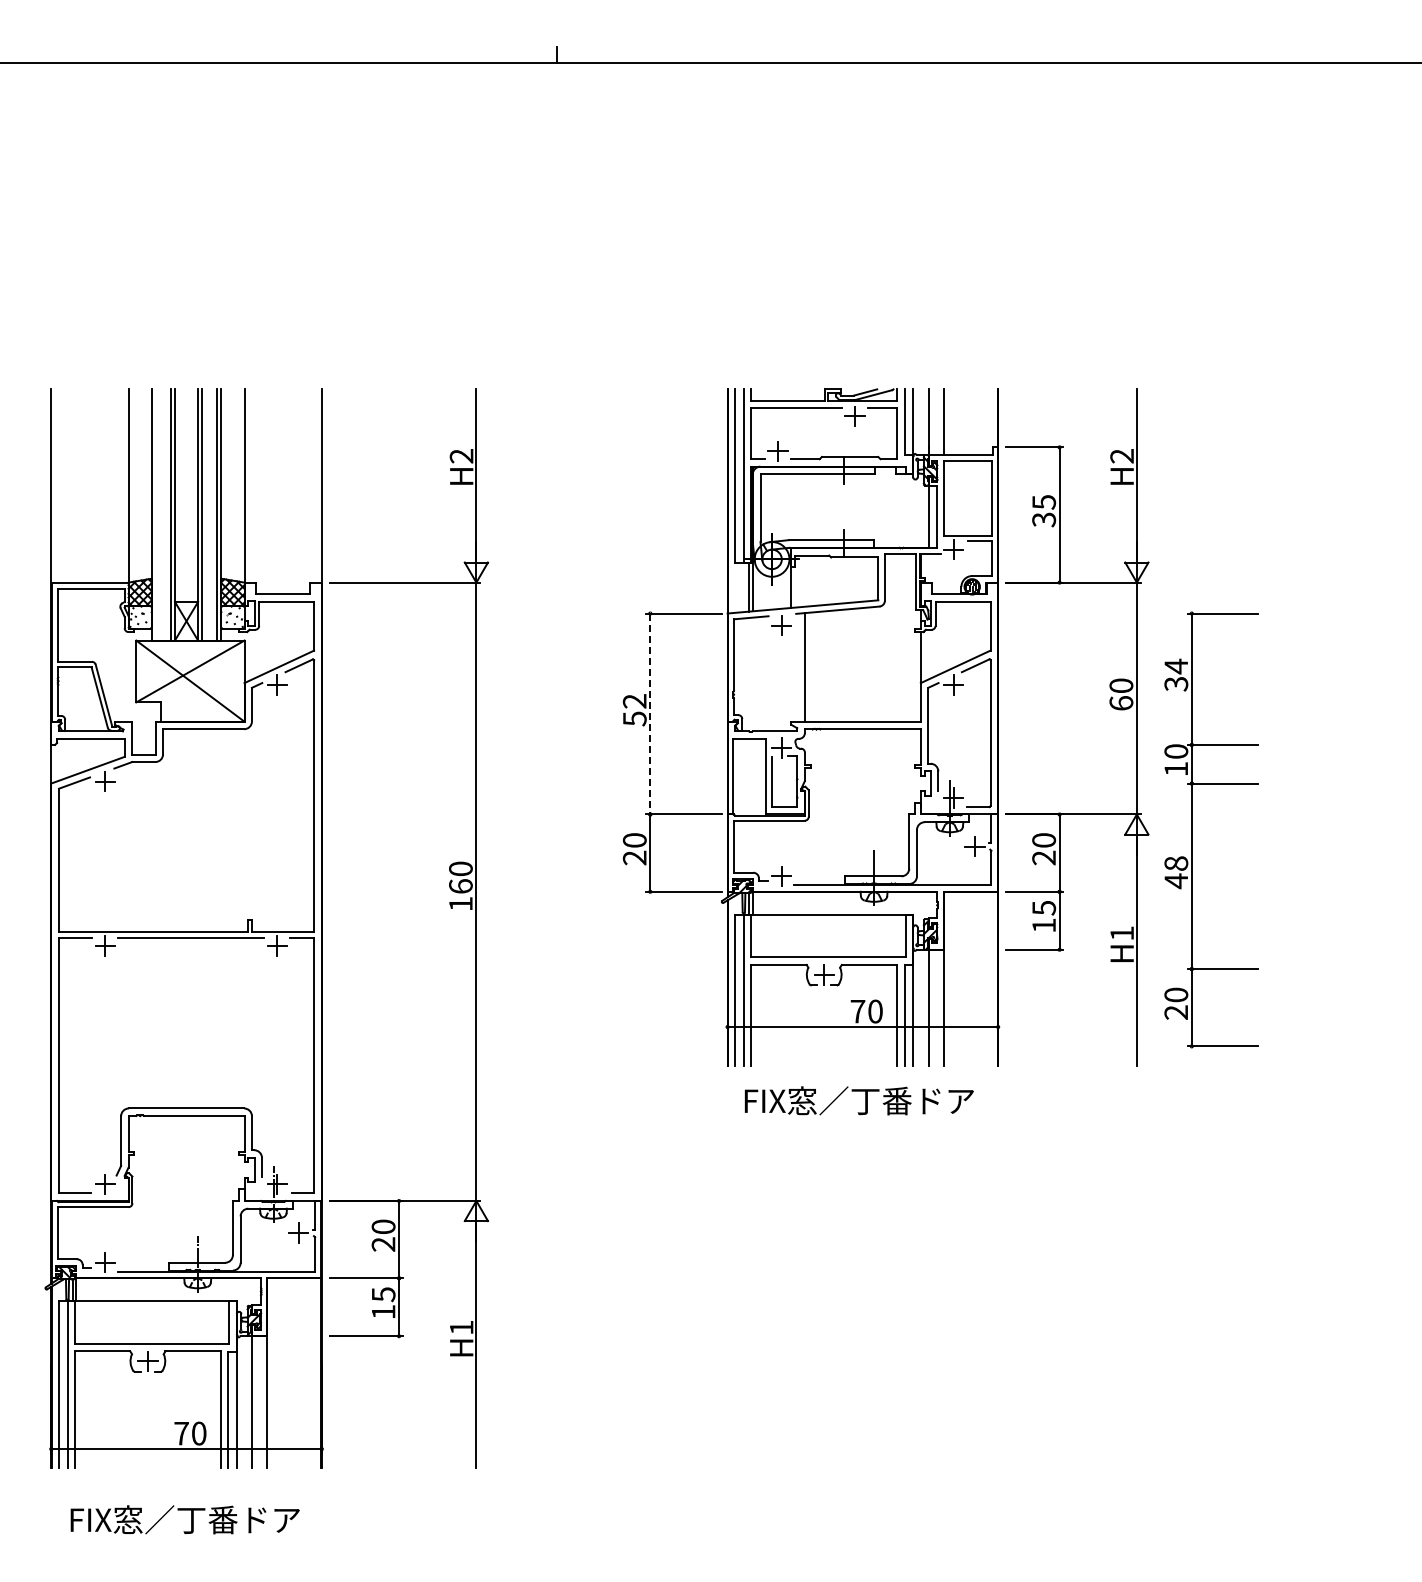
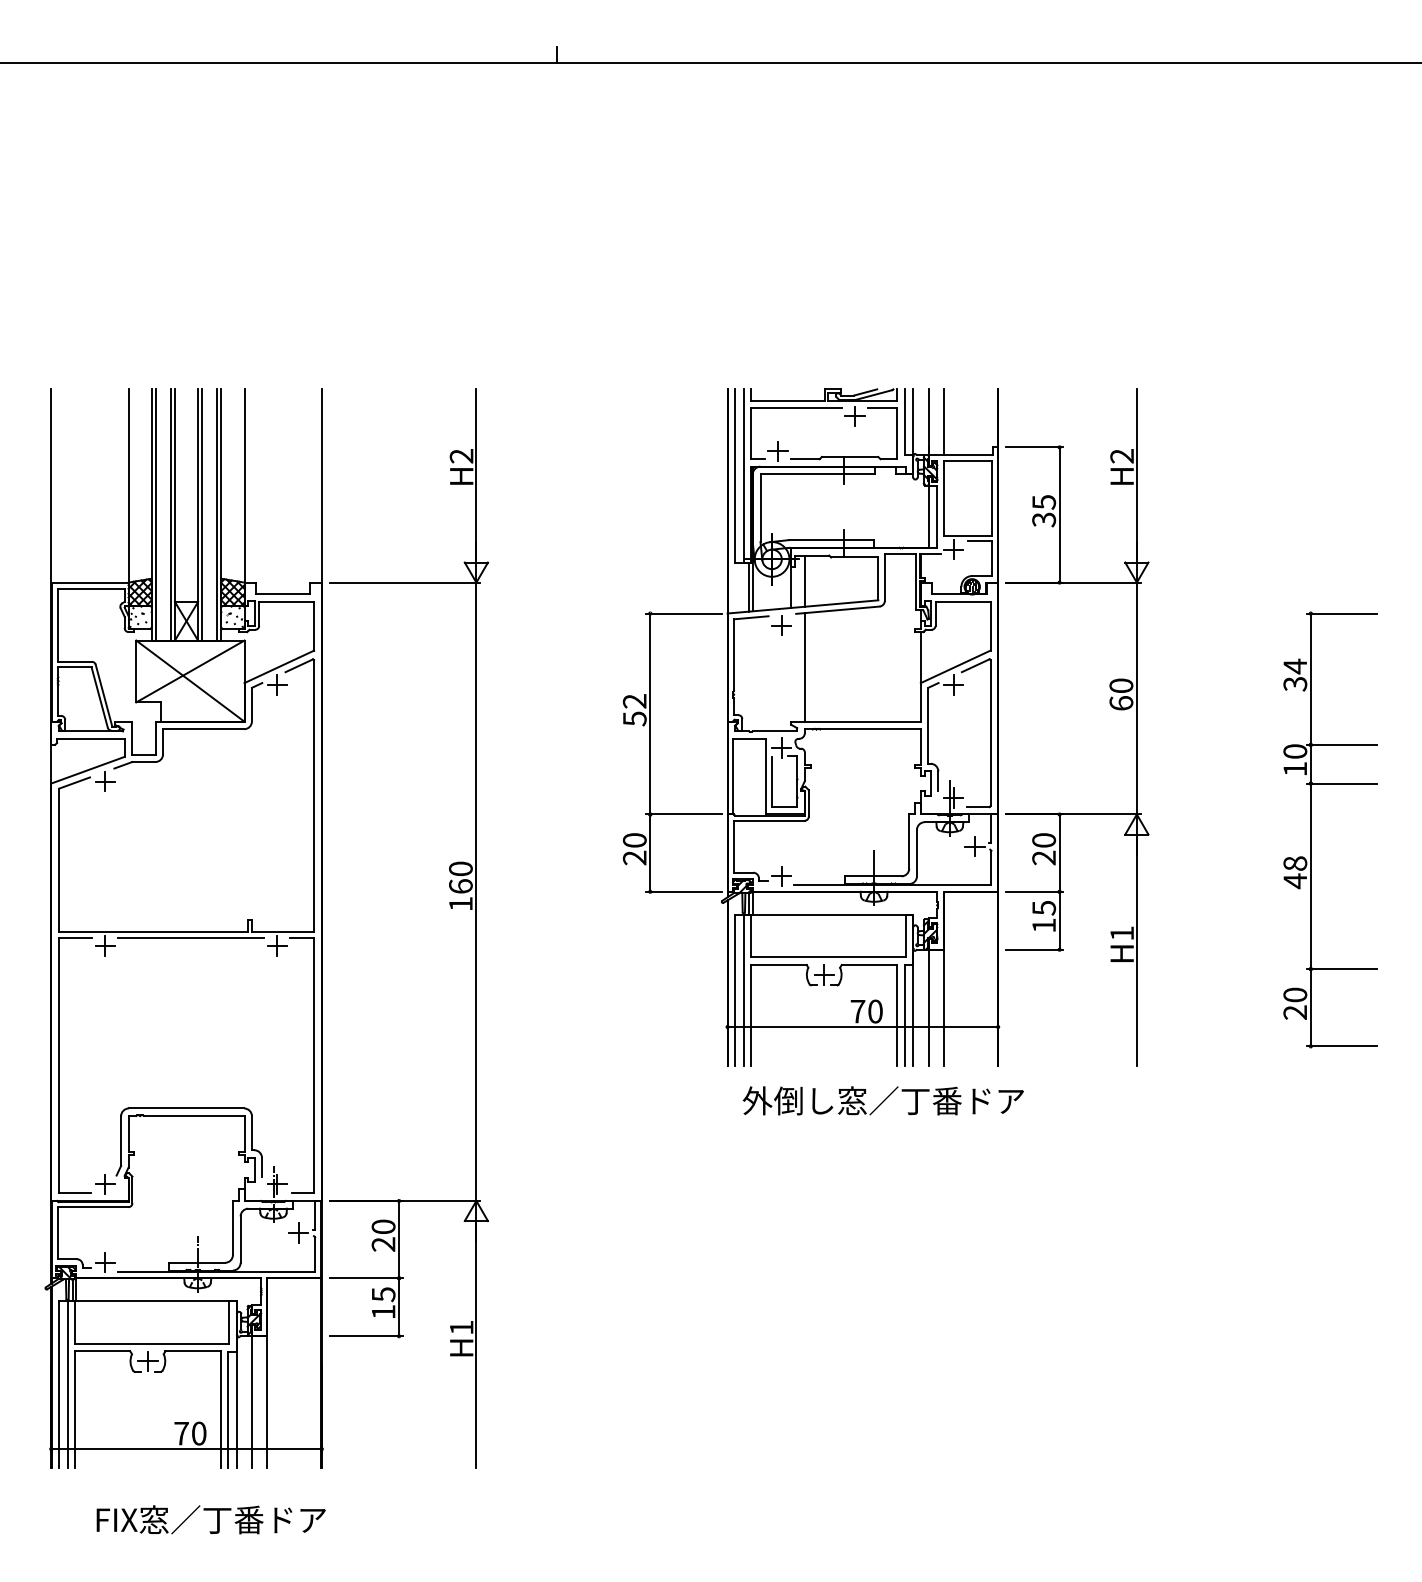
line at (155, 514): none -> present
line at (804, 580): none -> present
line at (650, 714): dashed -> solid
part at (1192, 829) position: (1192, 829) -> (1311, 829)
text at (882, 1100): FIX窓／丁番ドア -> 外倒し窓／丁番ドア
text at (184, 1519) position: (184, 1519) -> (210, 1519)
